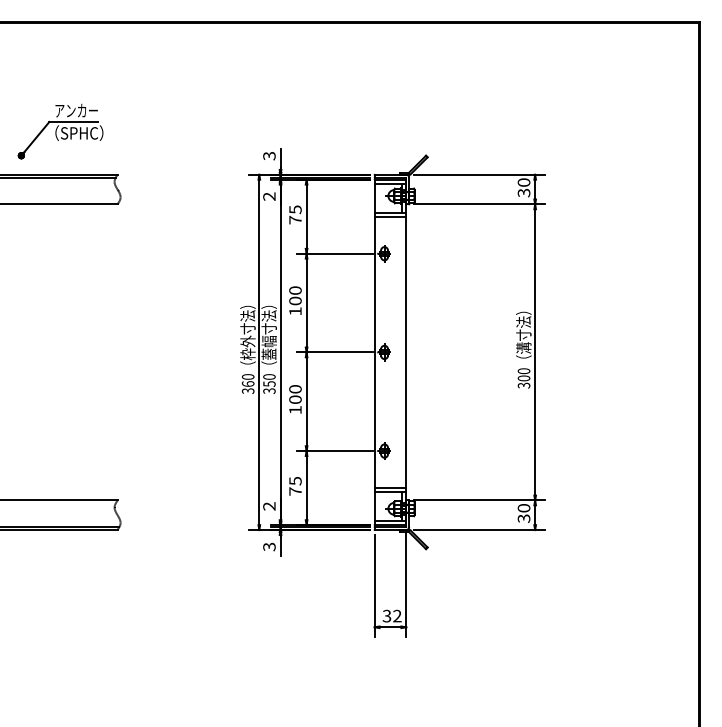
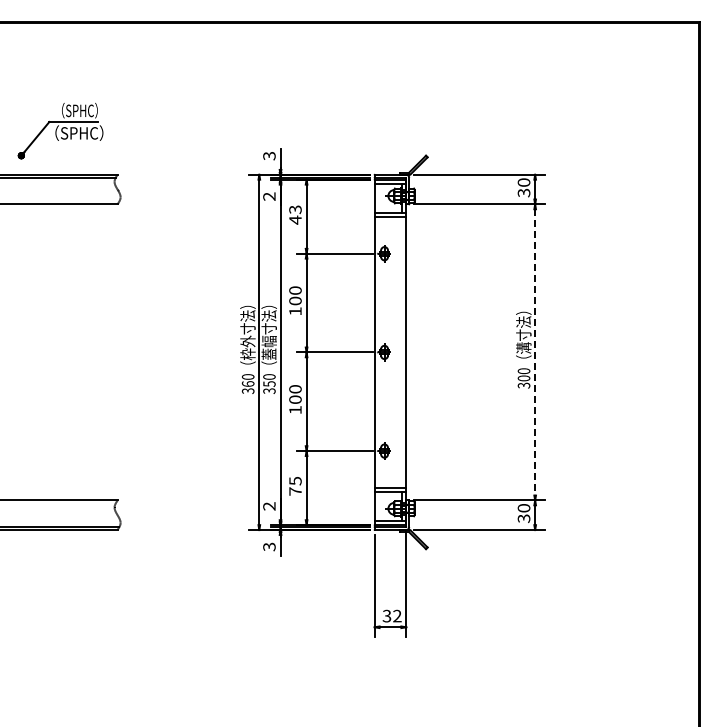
text at (76, 110): アンカー -> （SPHC）
text at (295, 214): 75 -> 43
line at (535, 352): solid -> dashed
